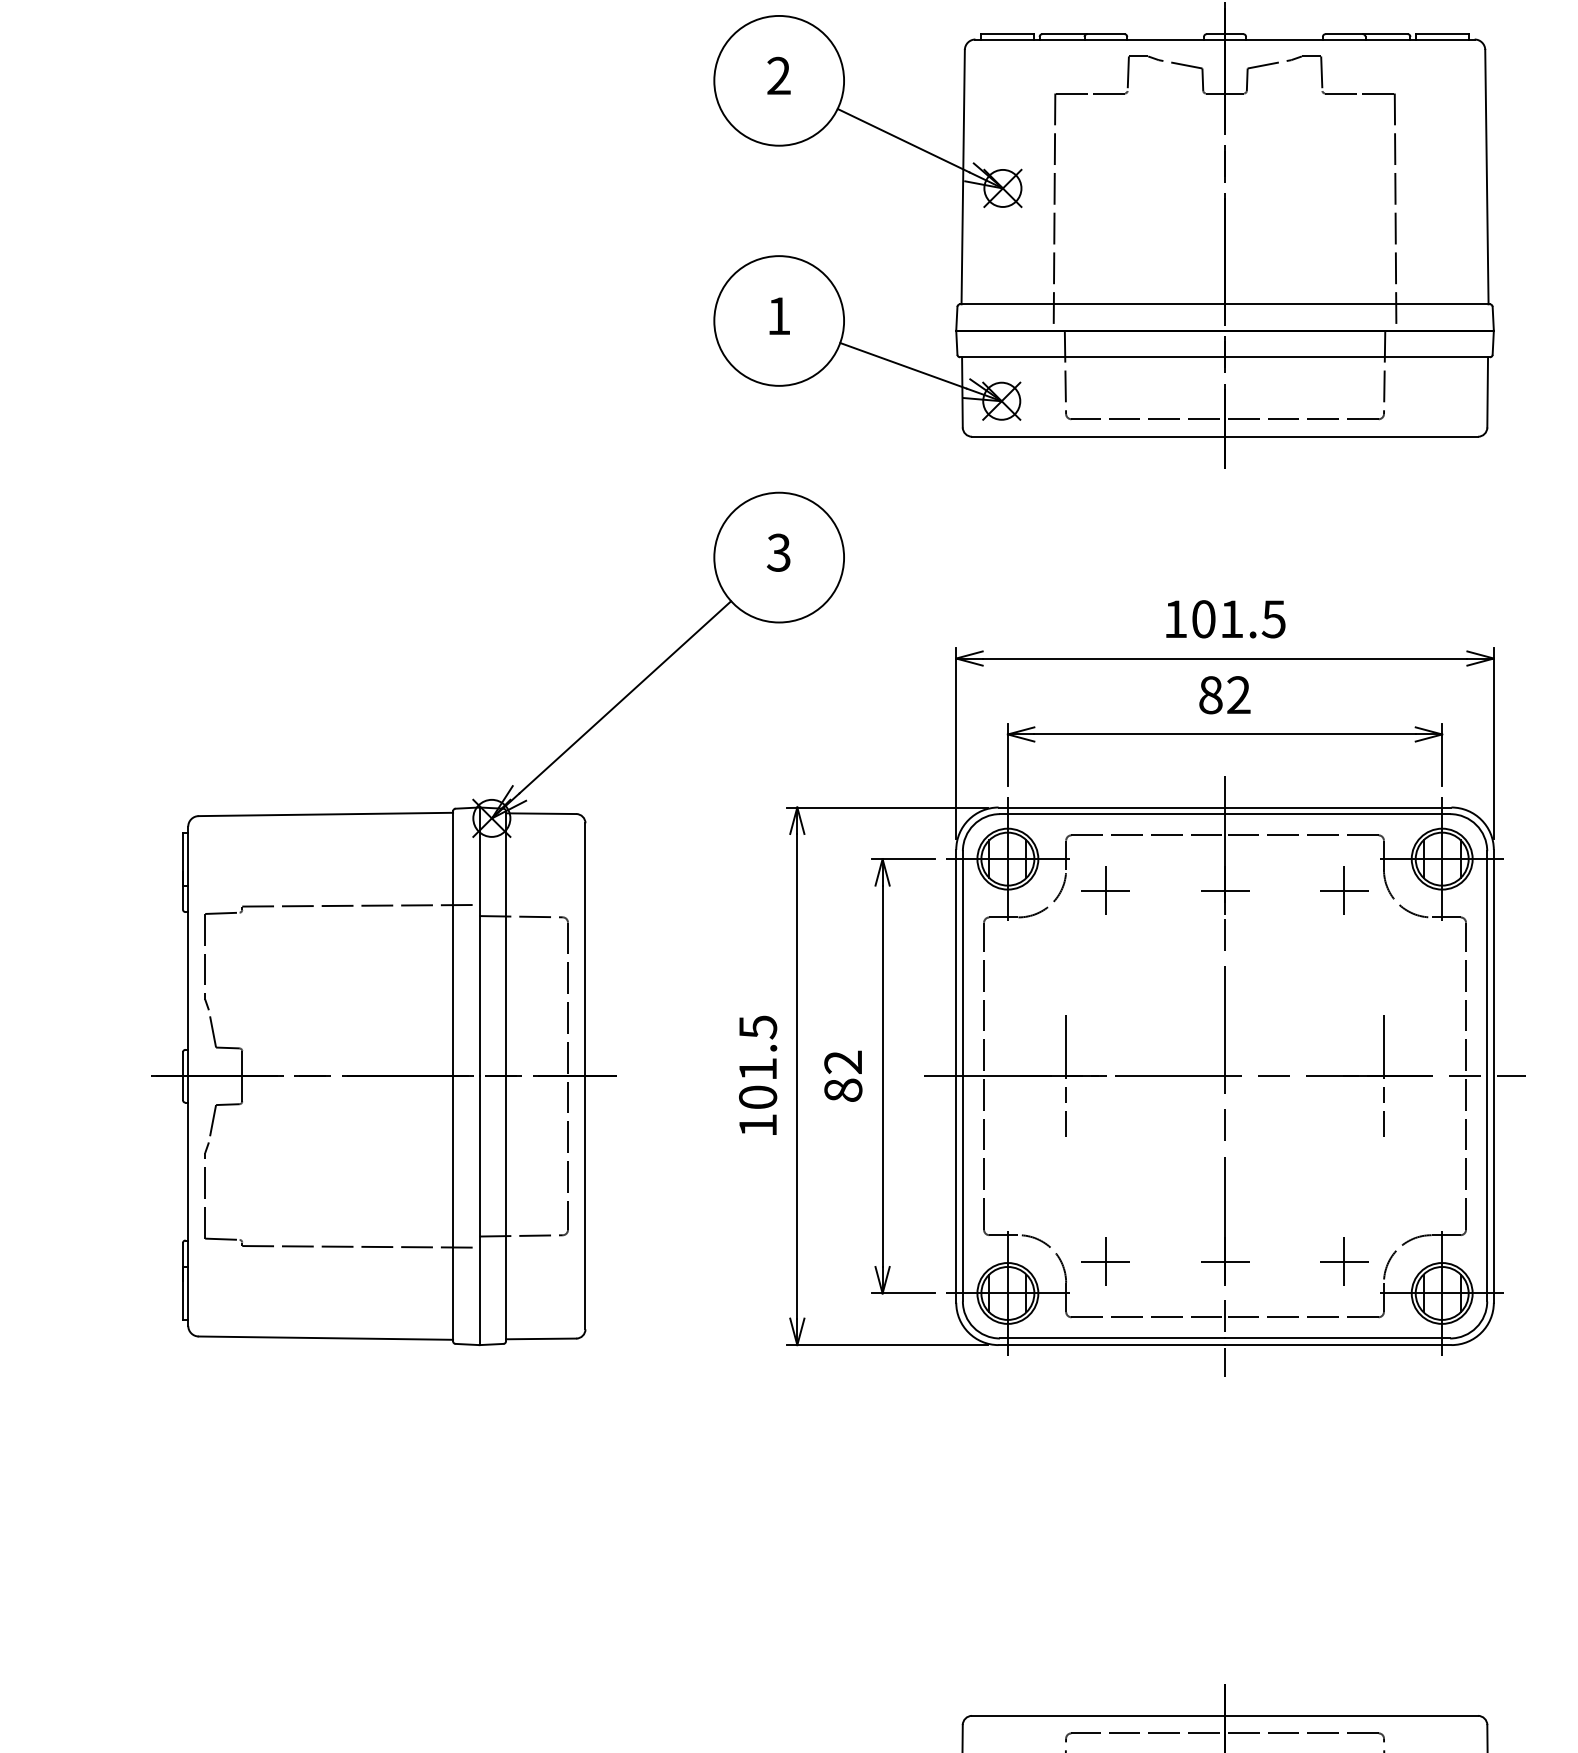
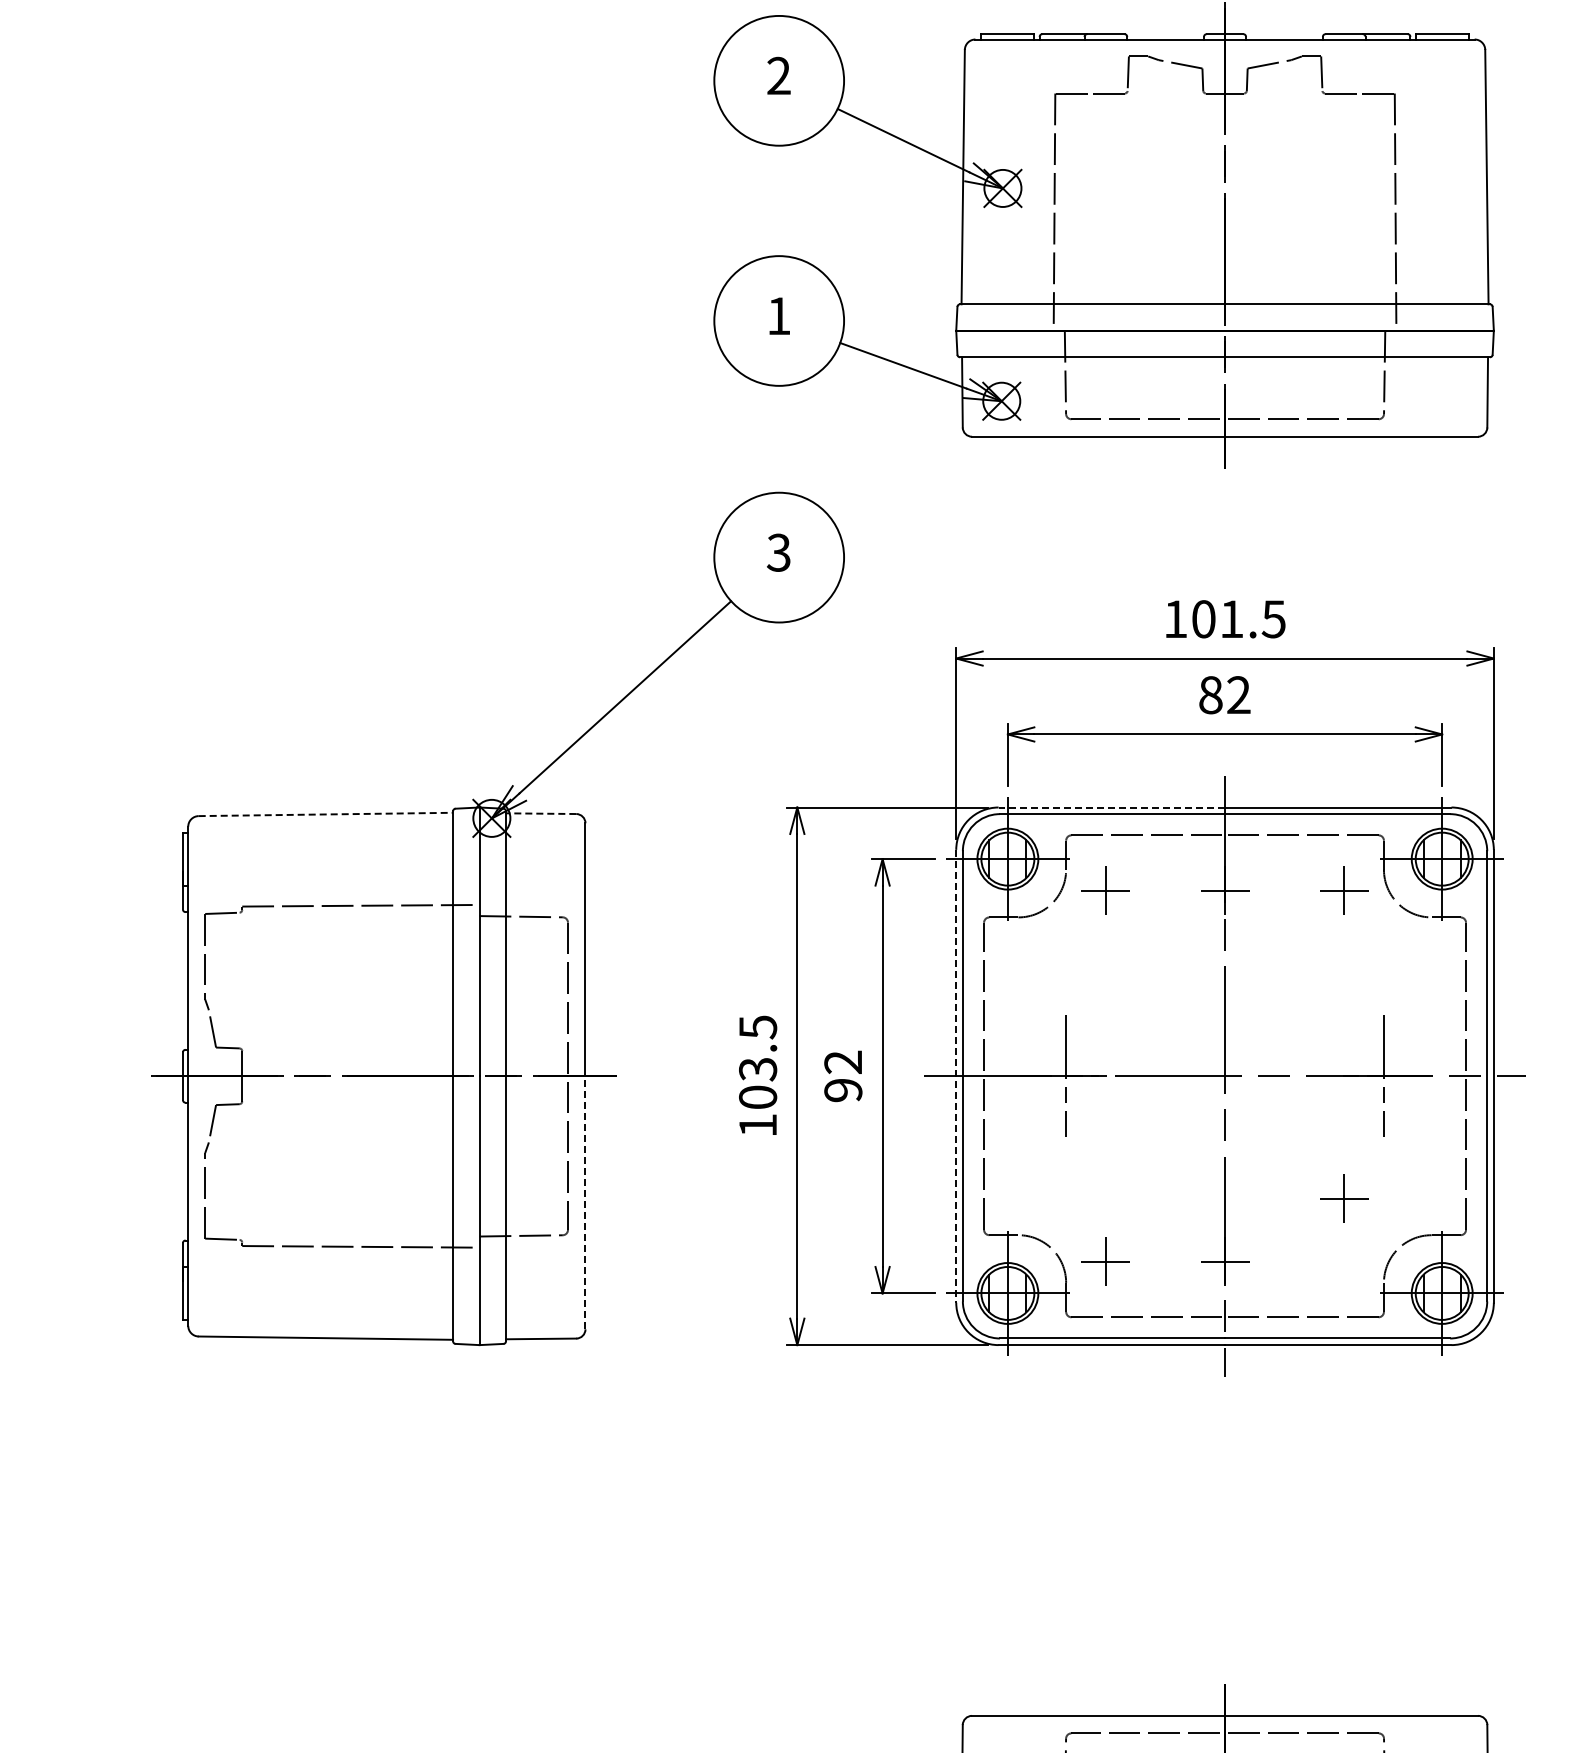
line at (1111, 807): solid -> dashed
line at (541, 813): solid -> dashed
line at (326, 814): solid -> dashed
text at (758, 1069): 101.5 -> 103.5
line at (956, 1076): solid -> dashed
text at (843, 1090): 82 -> 92
line at (585, 1202): solid -> dashed
part at (1344, 1261) position: (1344, 1261) -> (1344, 1198)
